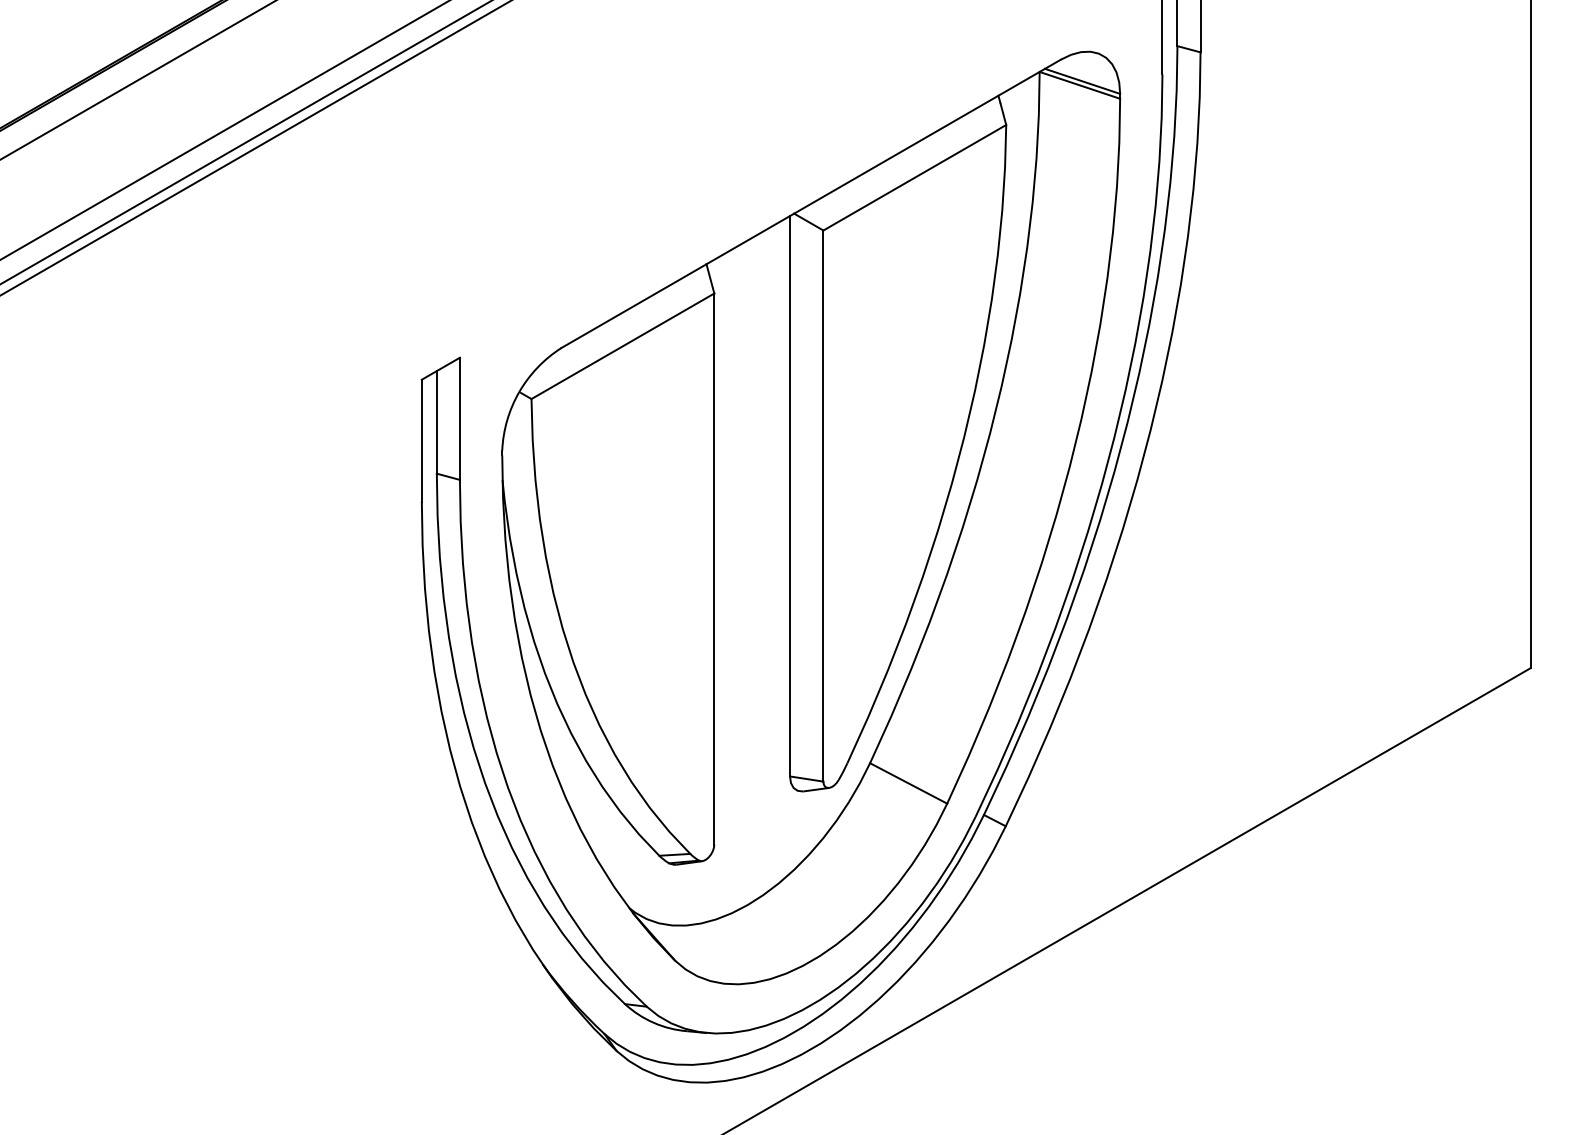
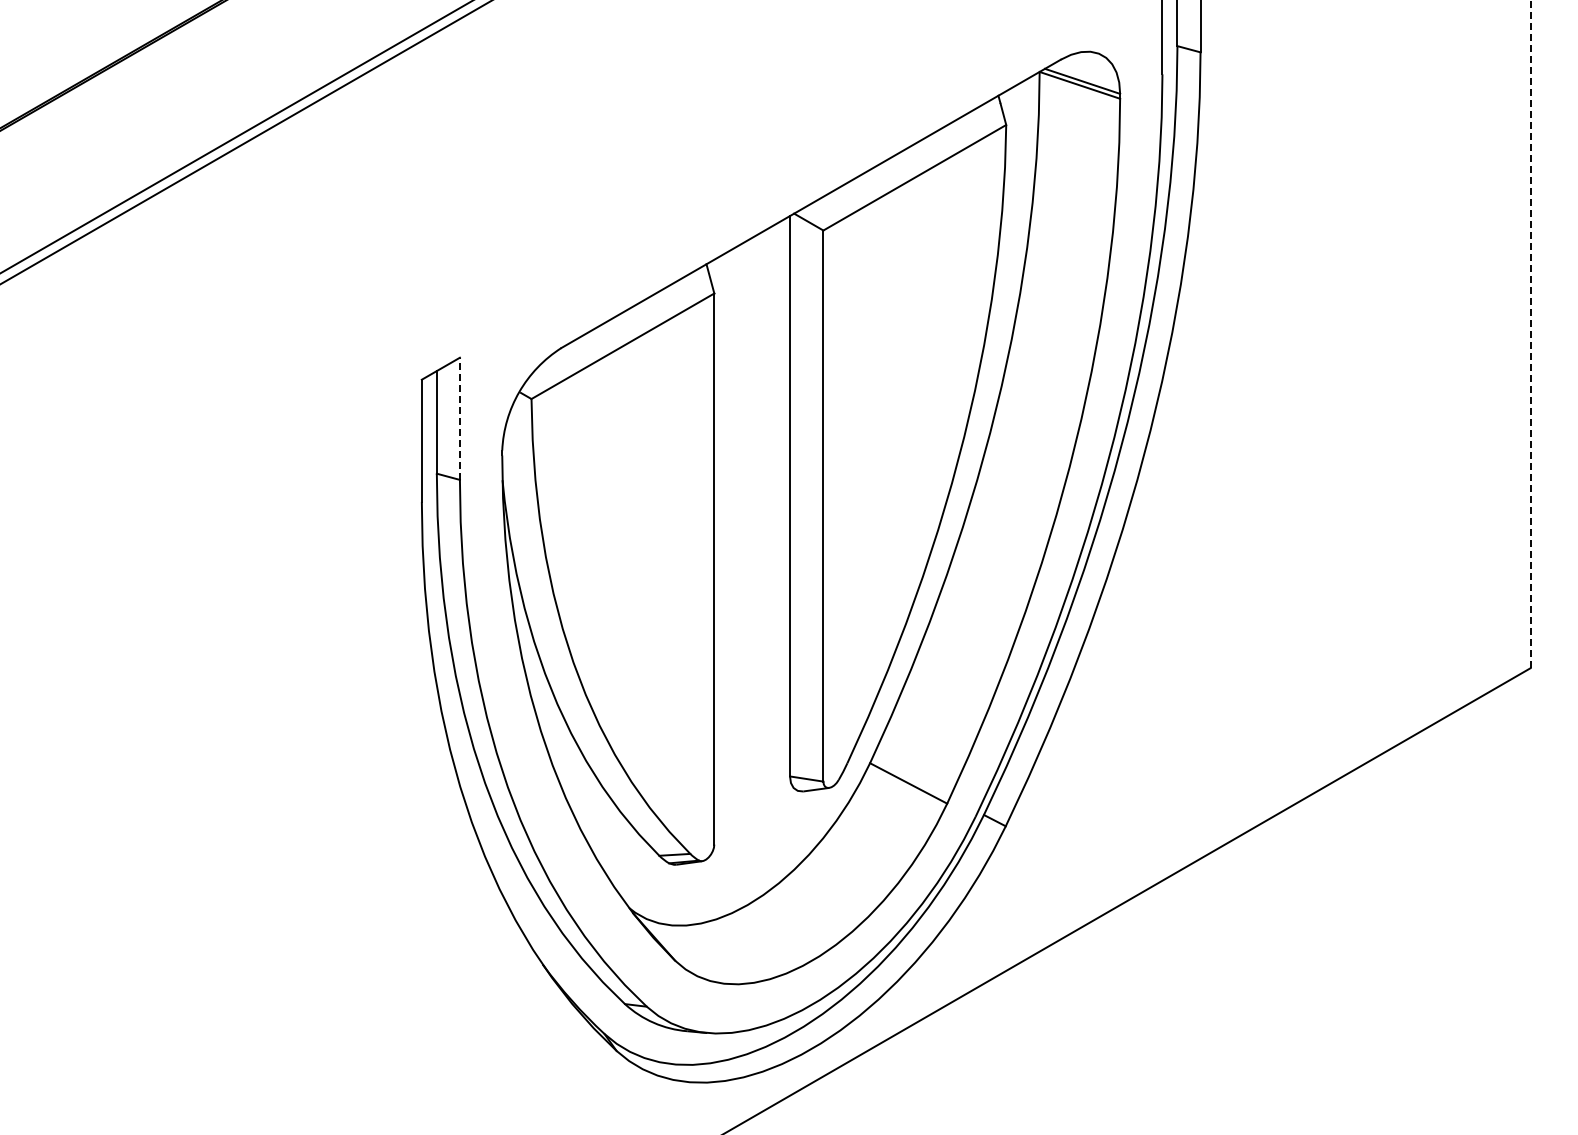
line at (137, 80): present -> none
line at (224, 130) position: (224, 130) -> (235, 136)
line at (255, 148): present -> none
line at (1530, 334): solid -> dashed
line at (459, 418): solid -> dashed
